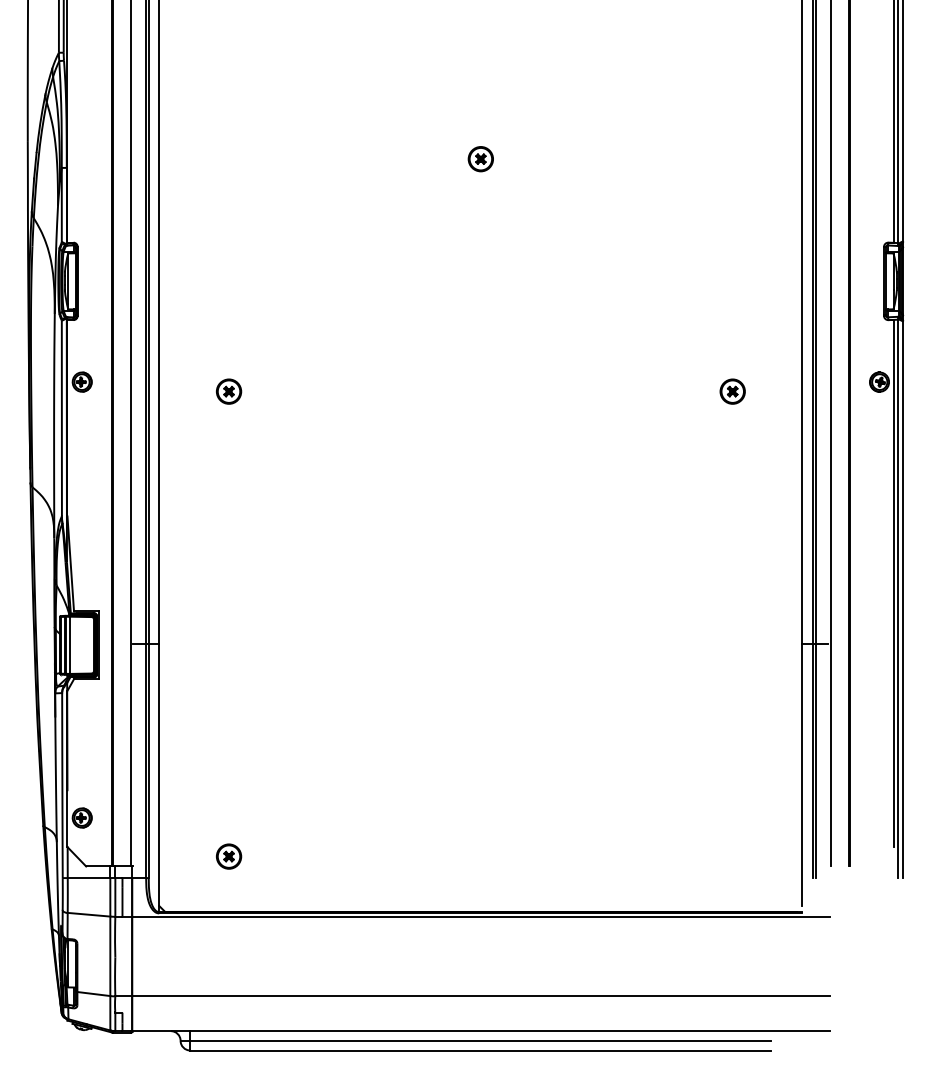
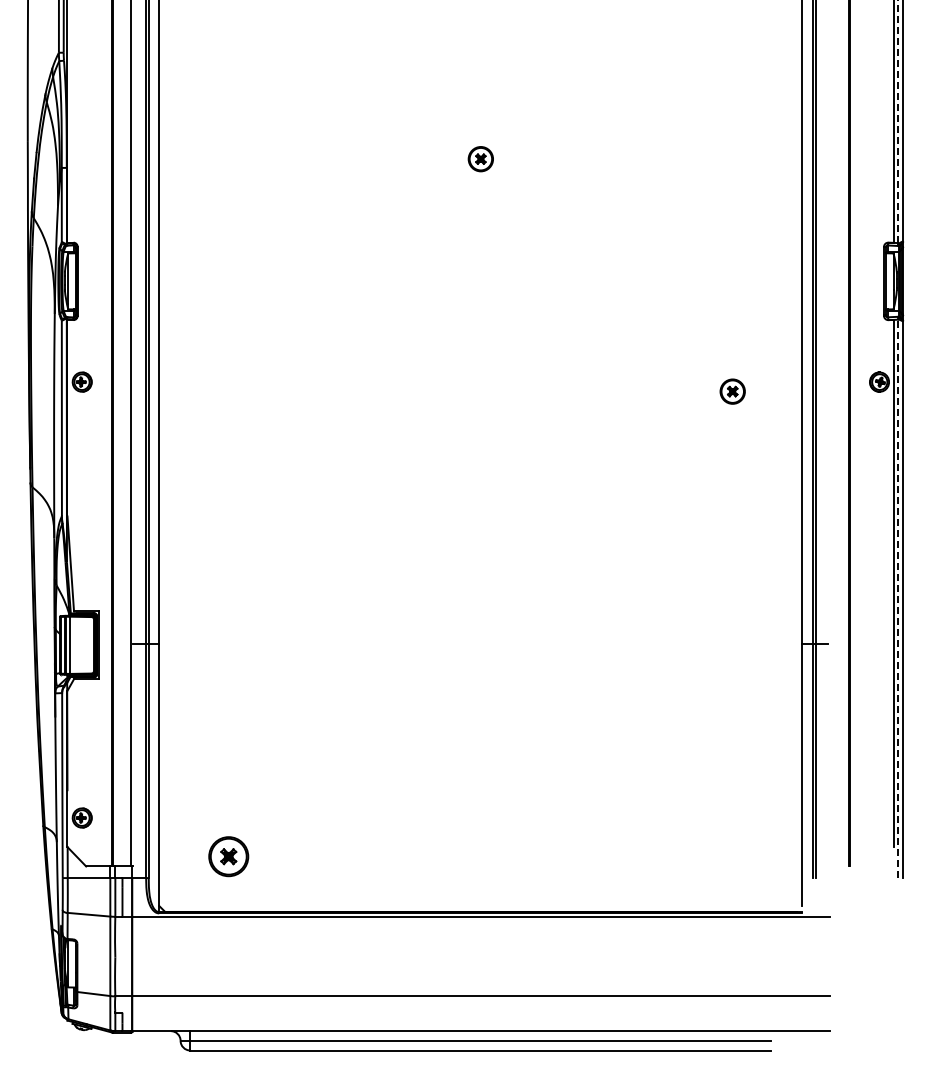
line at (898, 121): solid -> dashed
part at (229, 391): present -> none
line at (830, 434): present -> none
line at (898, 598): solid -> dashed
part at (229, 856) size: 27x27 px -> 42x42 px
